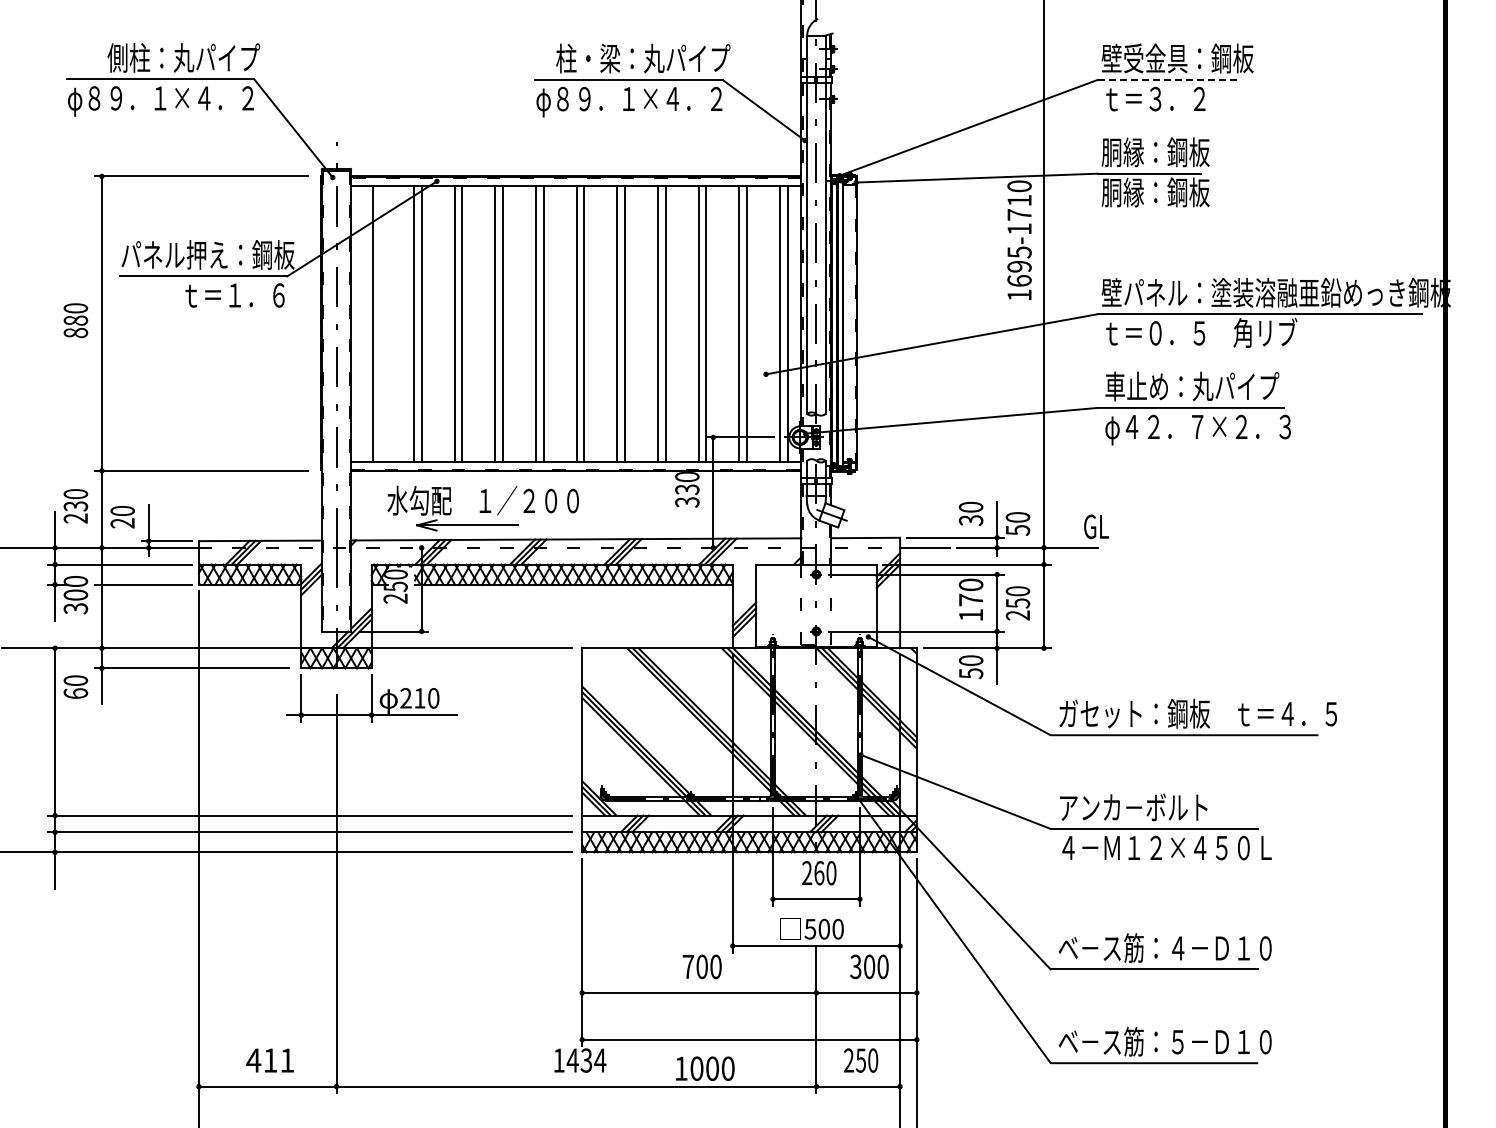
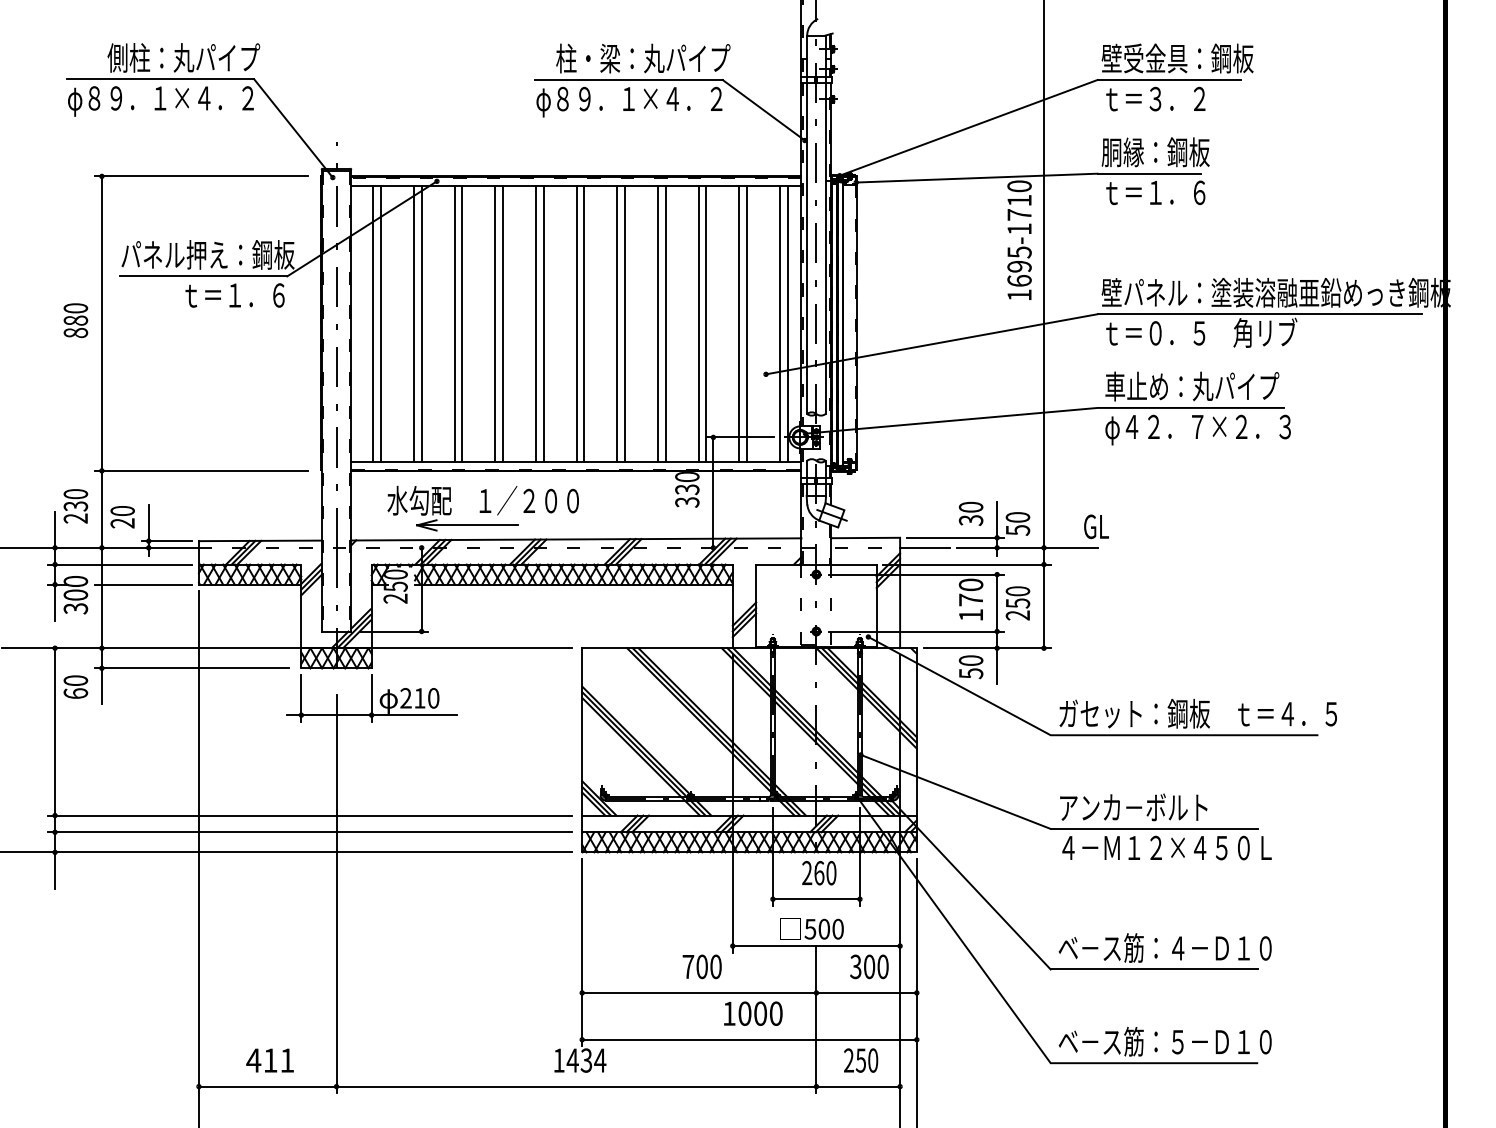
line at (1169, 80): dashed -> solid
text at (1155, 192): 胴縁：鋼板 -> ｔ＝１．６
line at (381, 323): none -> present
text at (705, 1068) position: (705, 1068) -> (753, 1013)
